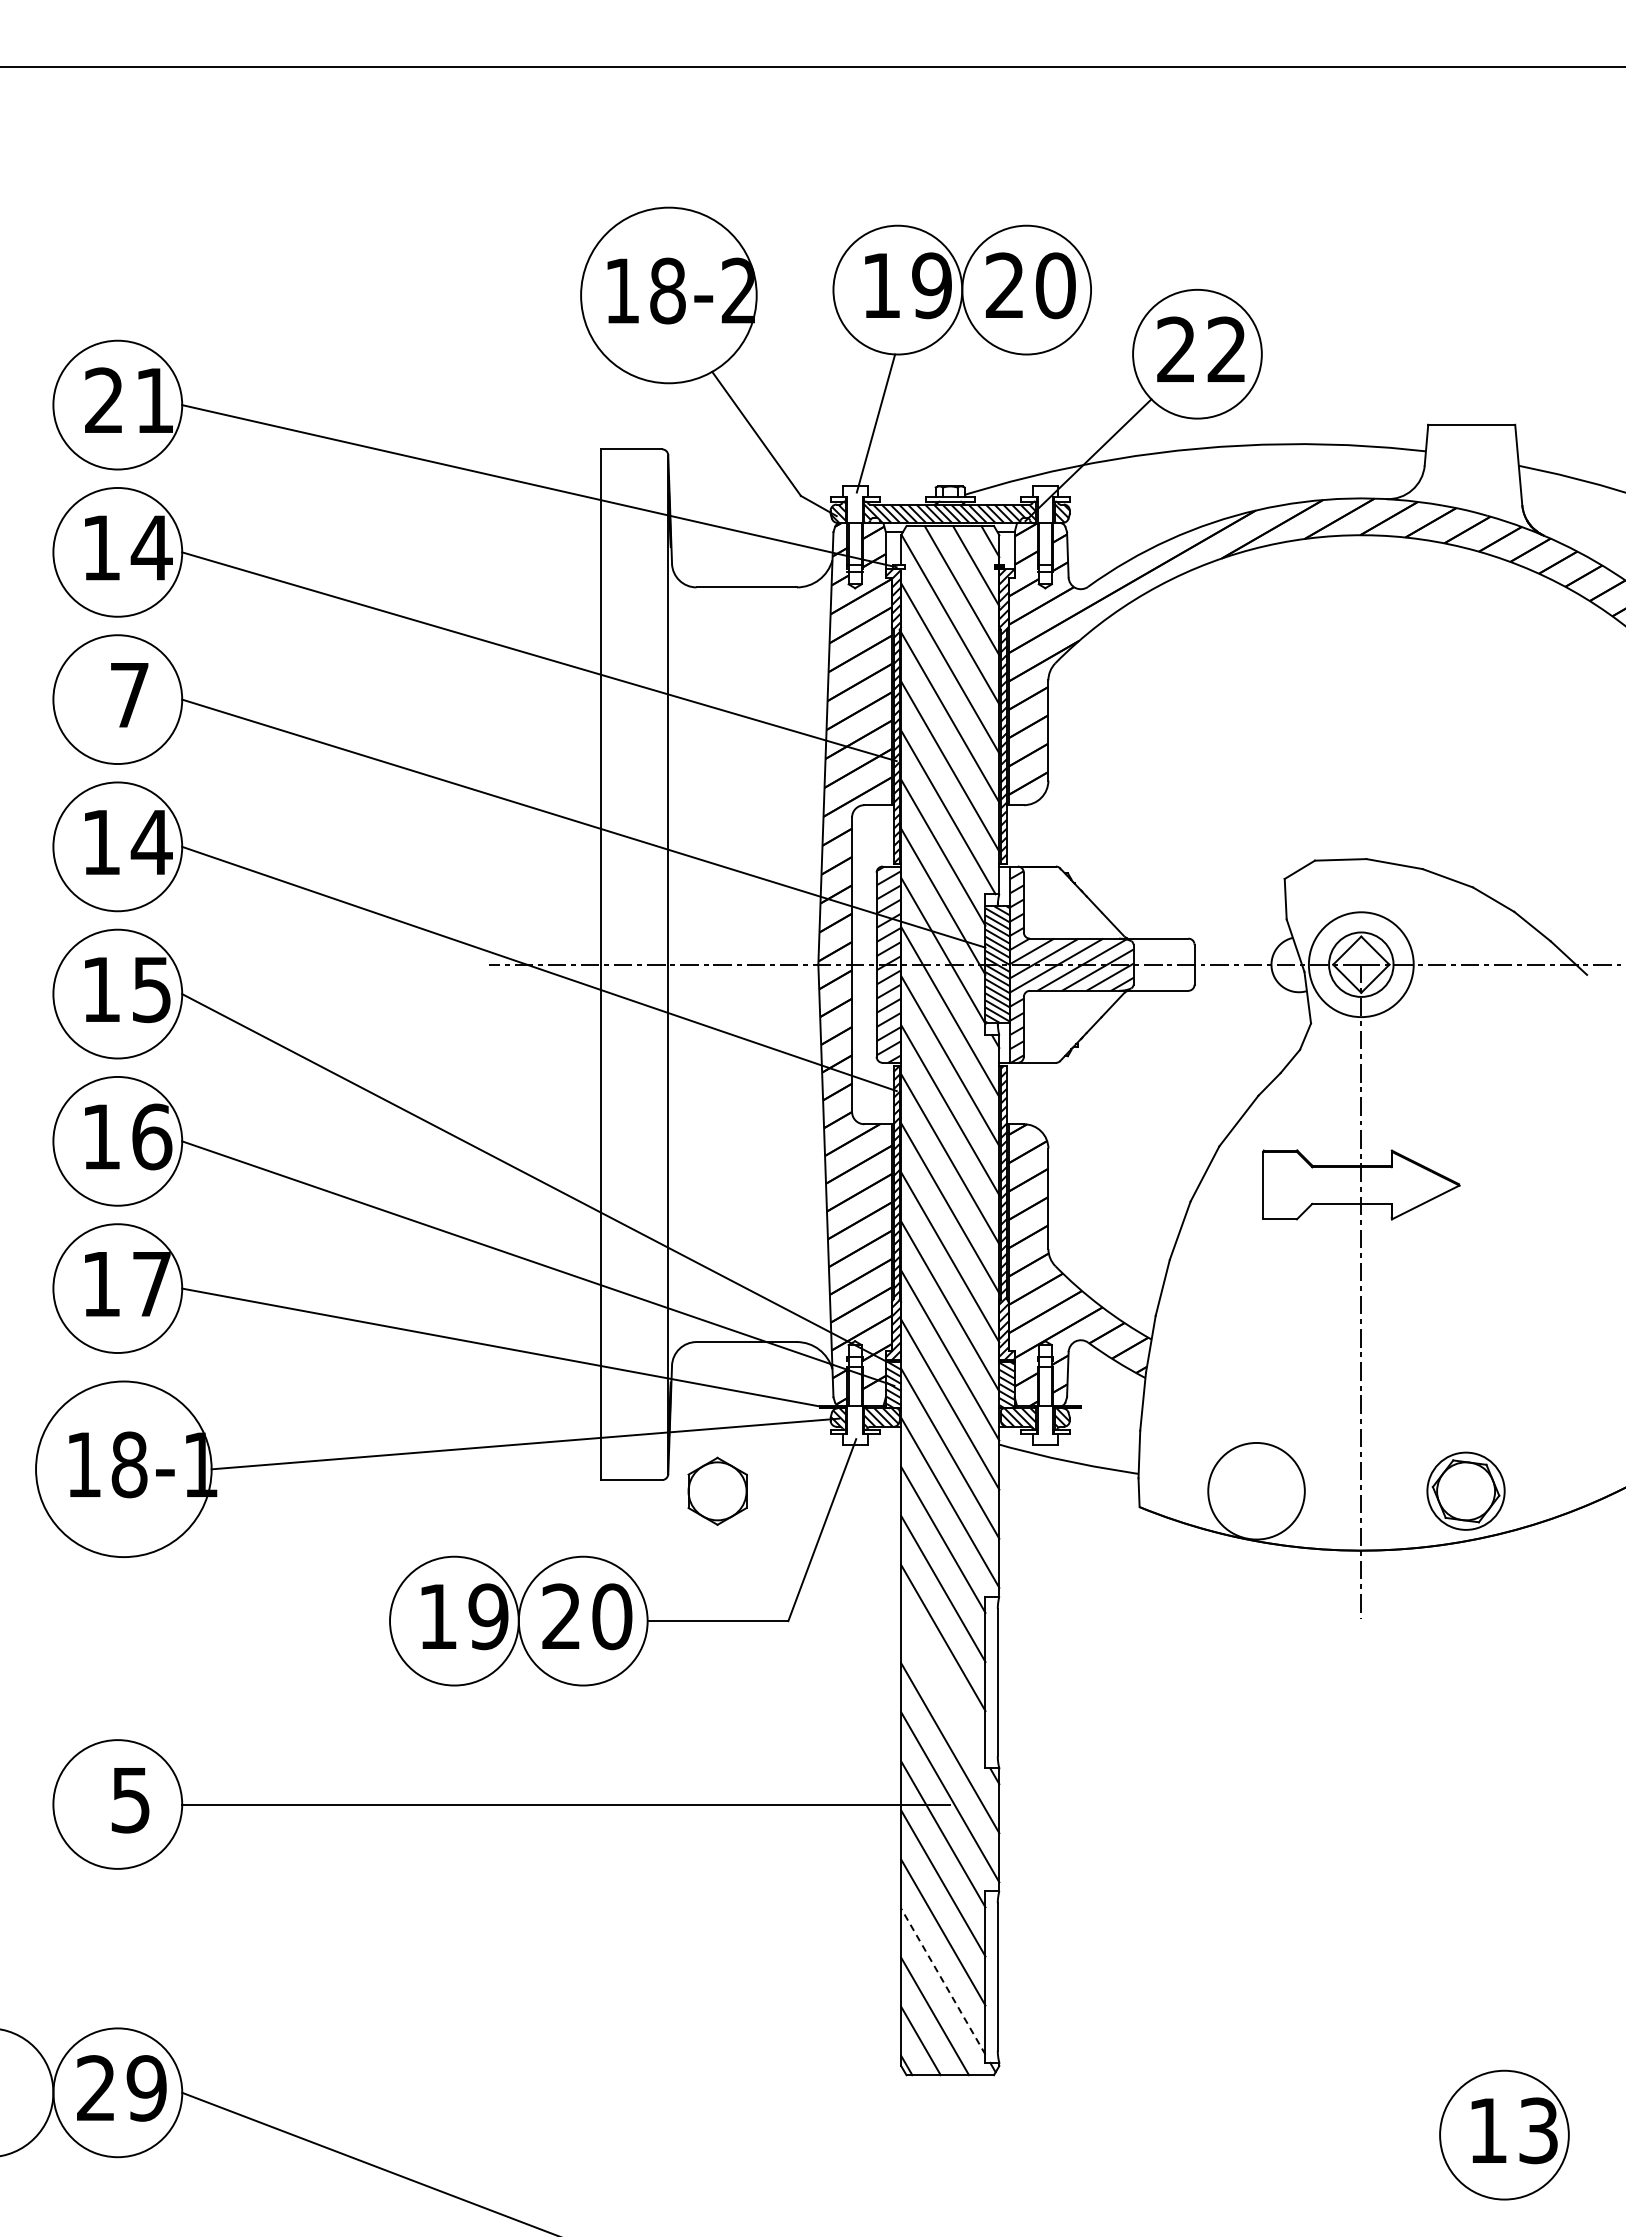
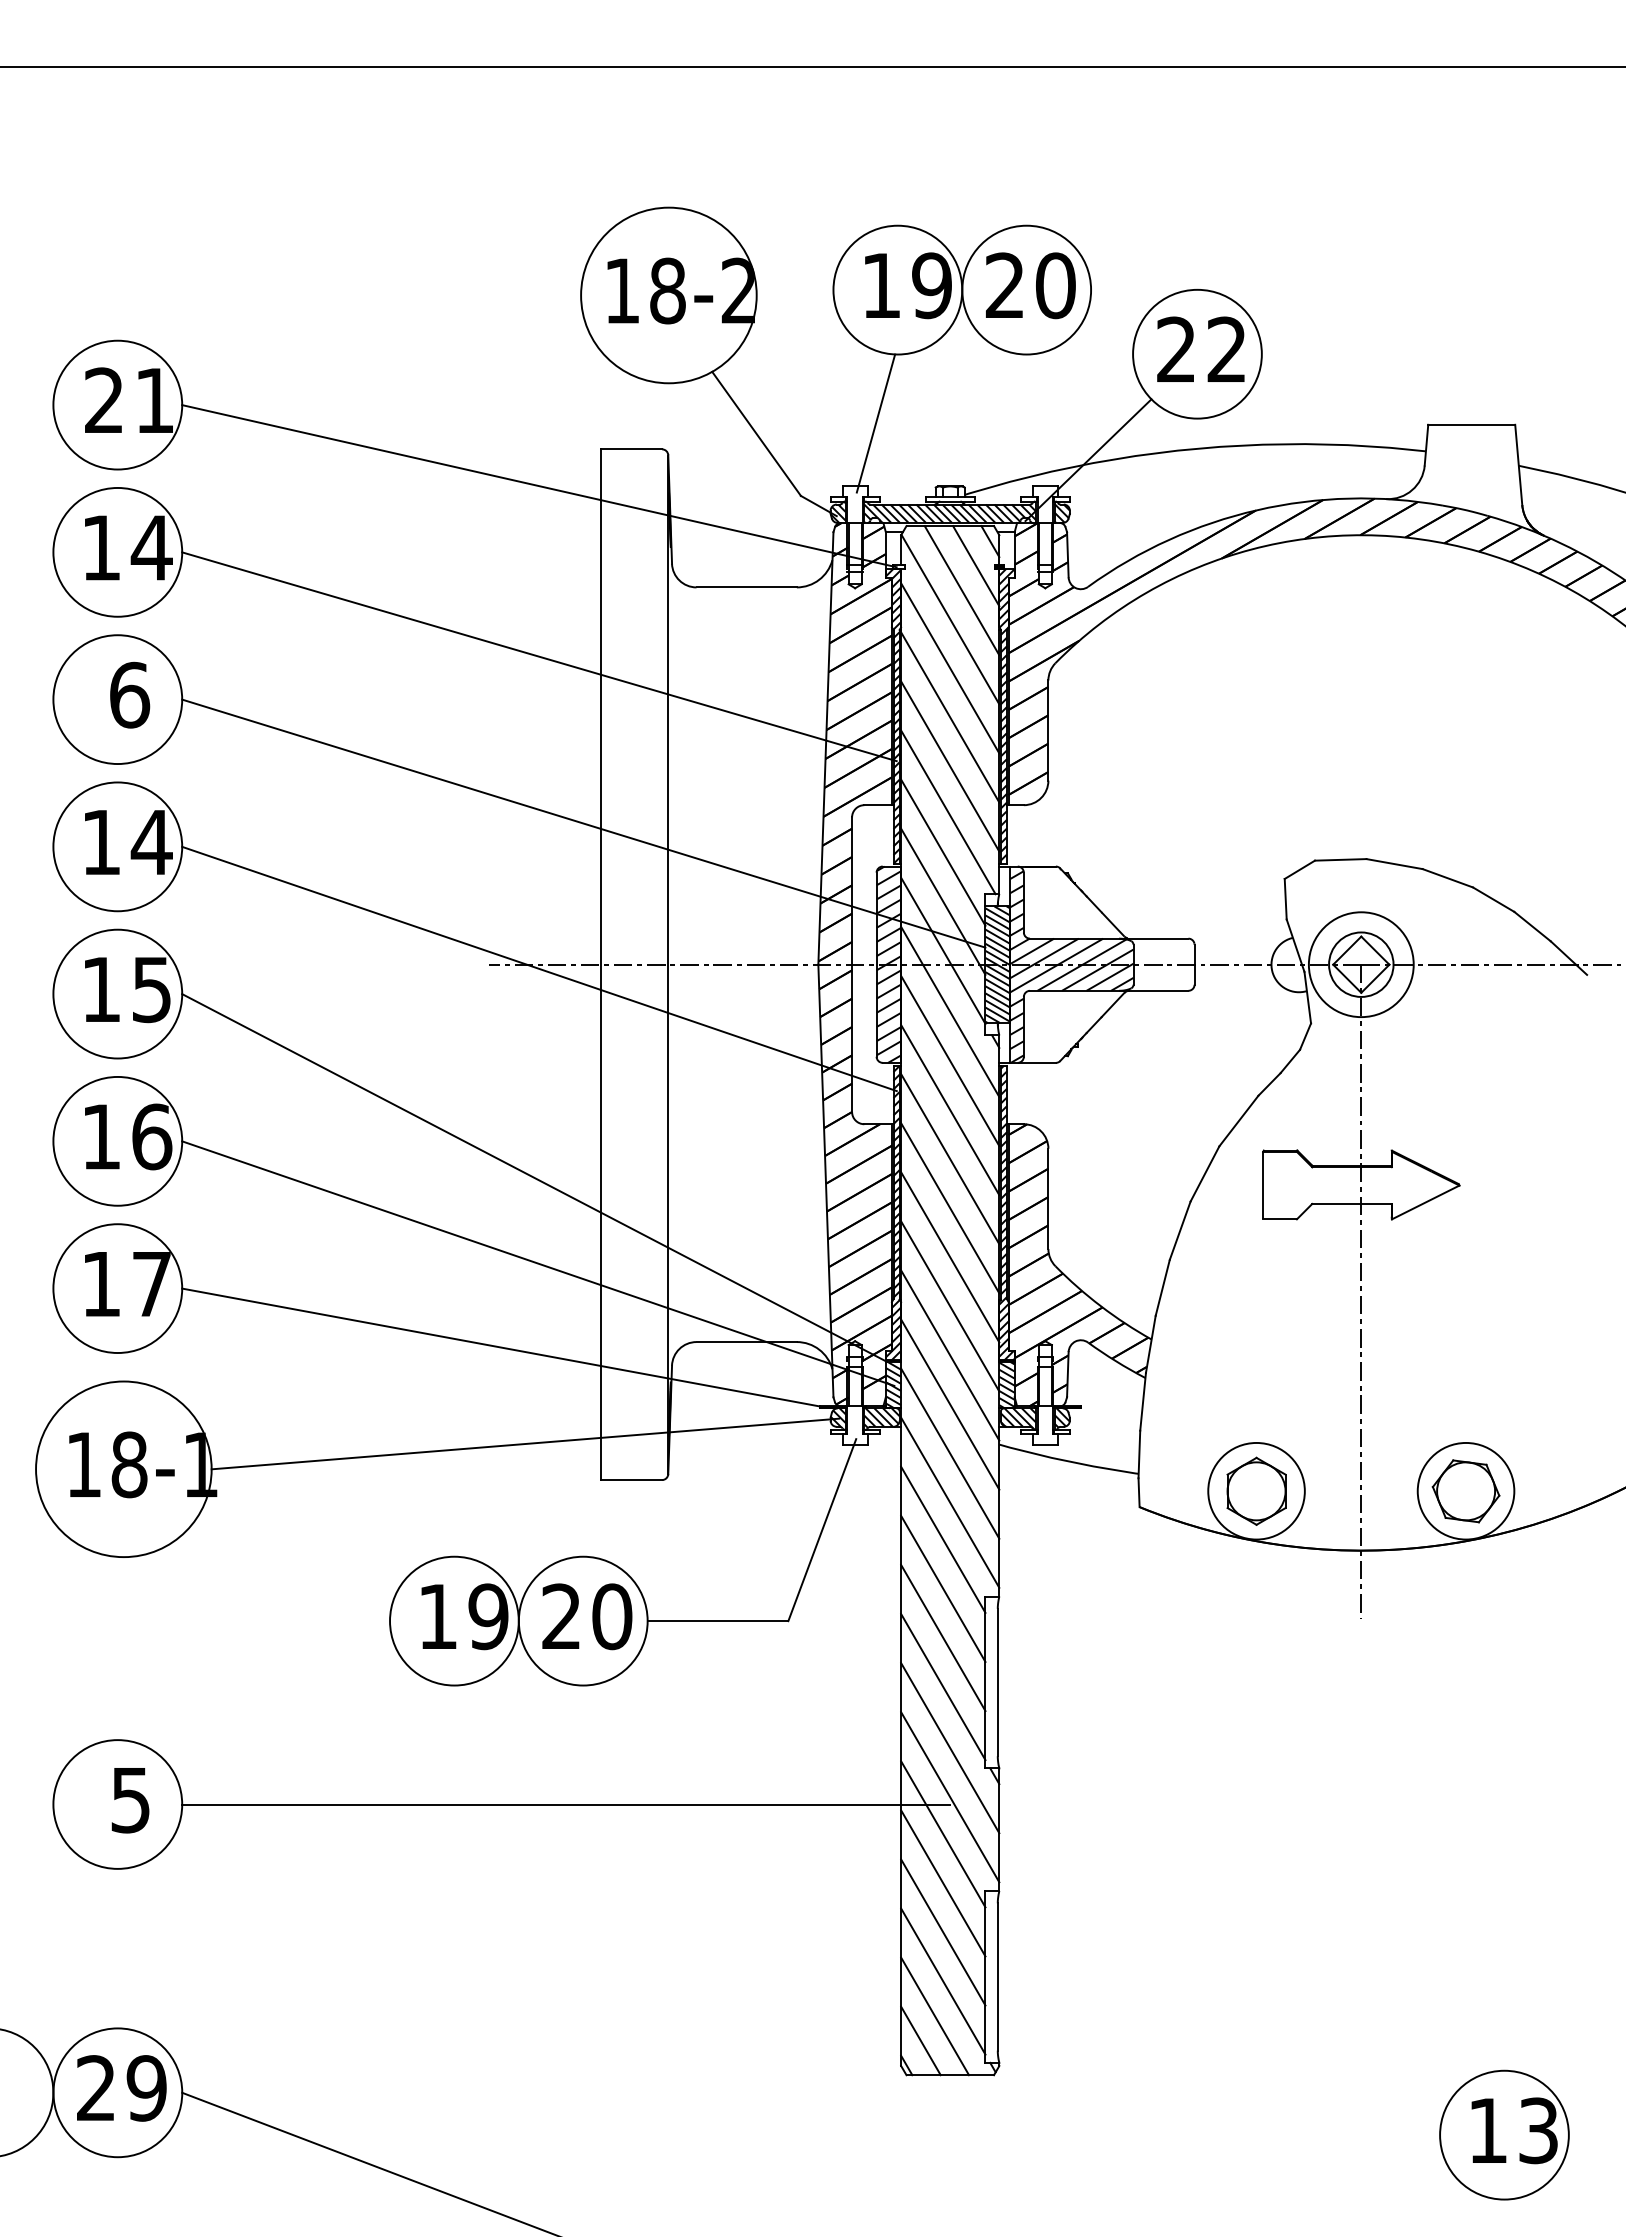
text at (130, 694): 7 -> 6
part at (717, 1490) position: (717, 1490) -> (1256, 1490)
circle at (1465, 1490) diameter: 77 px -> 97 px
line at (943, 1687): none -> present
line at (943, 1981): dashed -> solid
